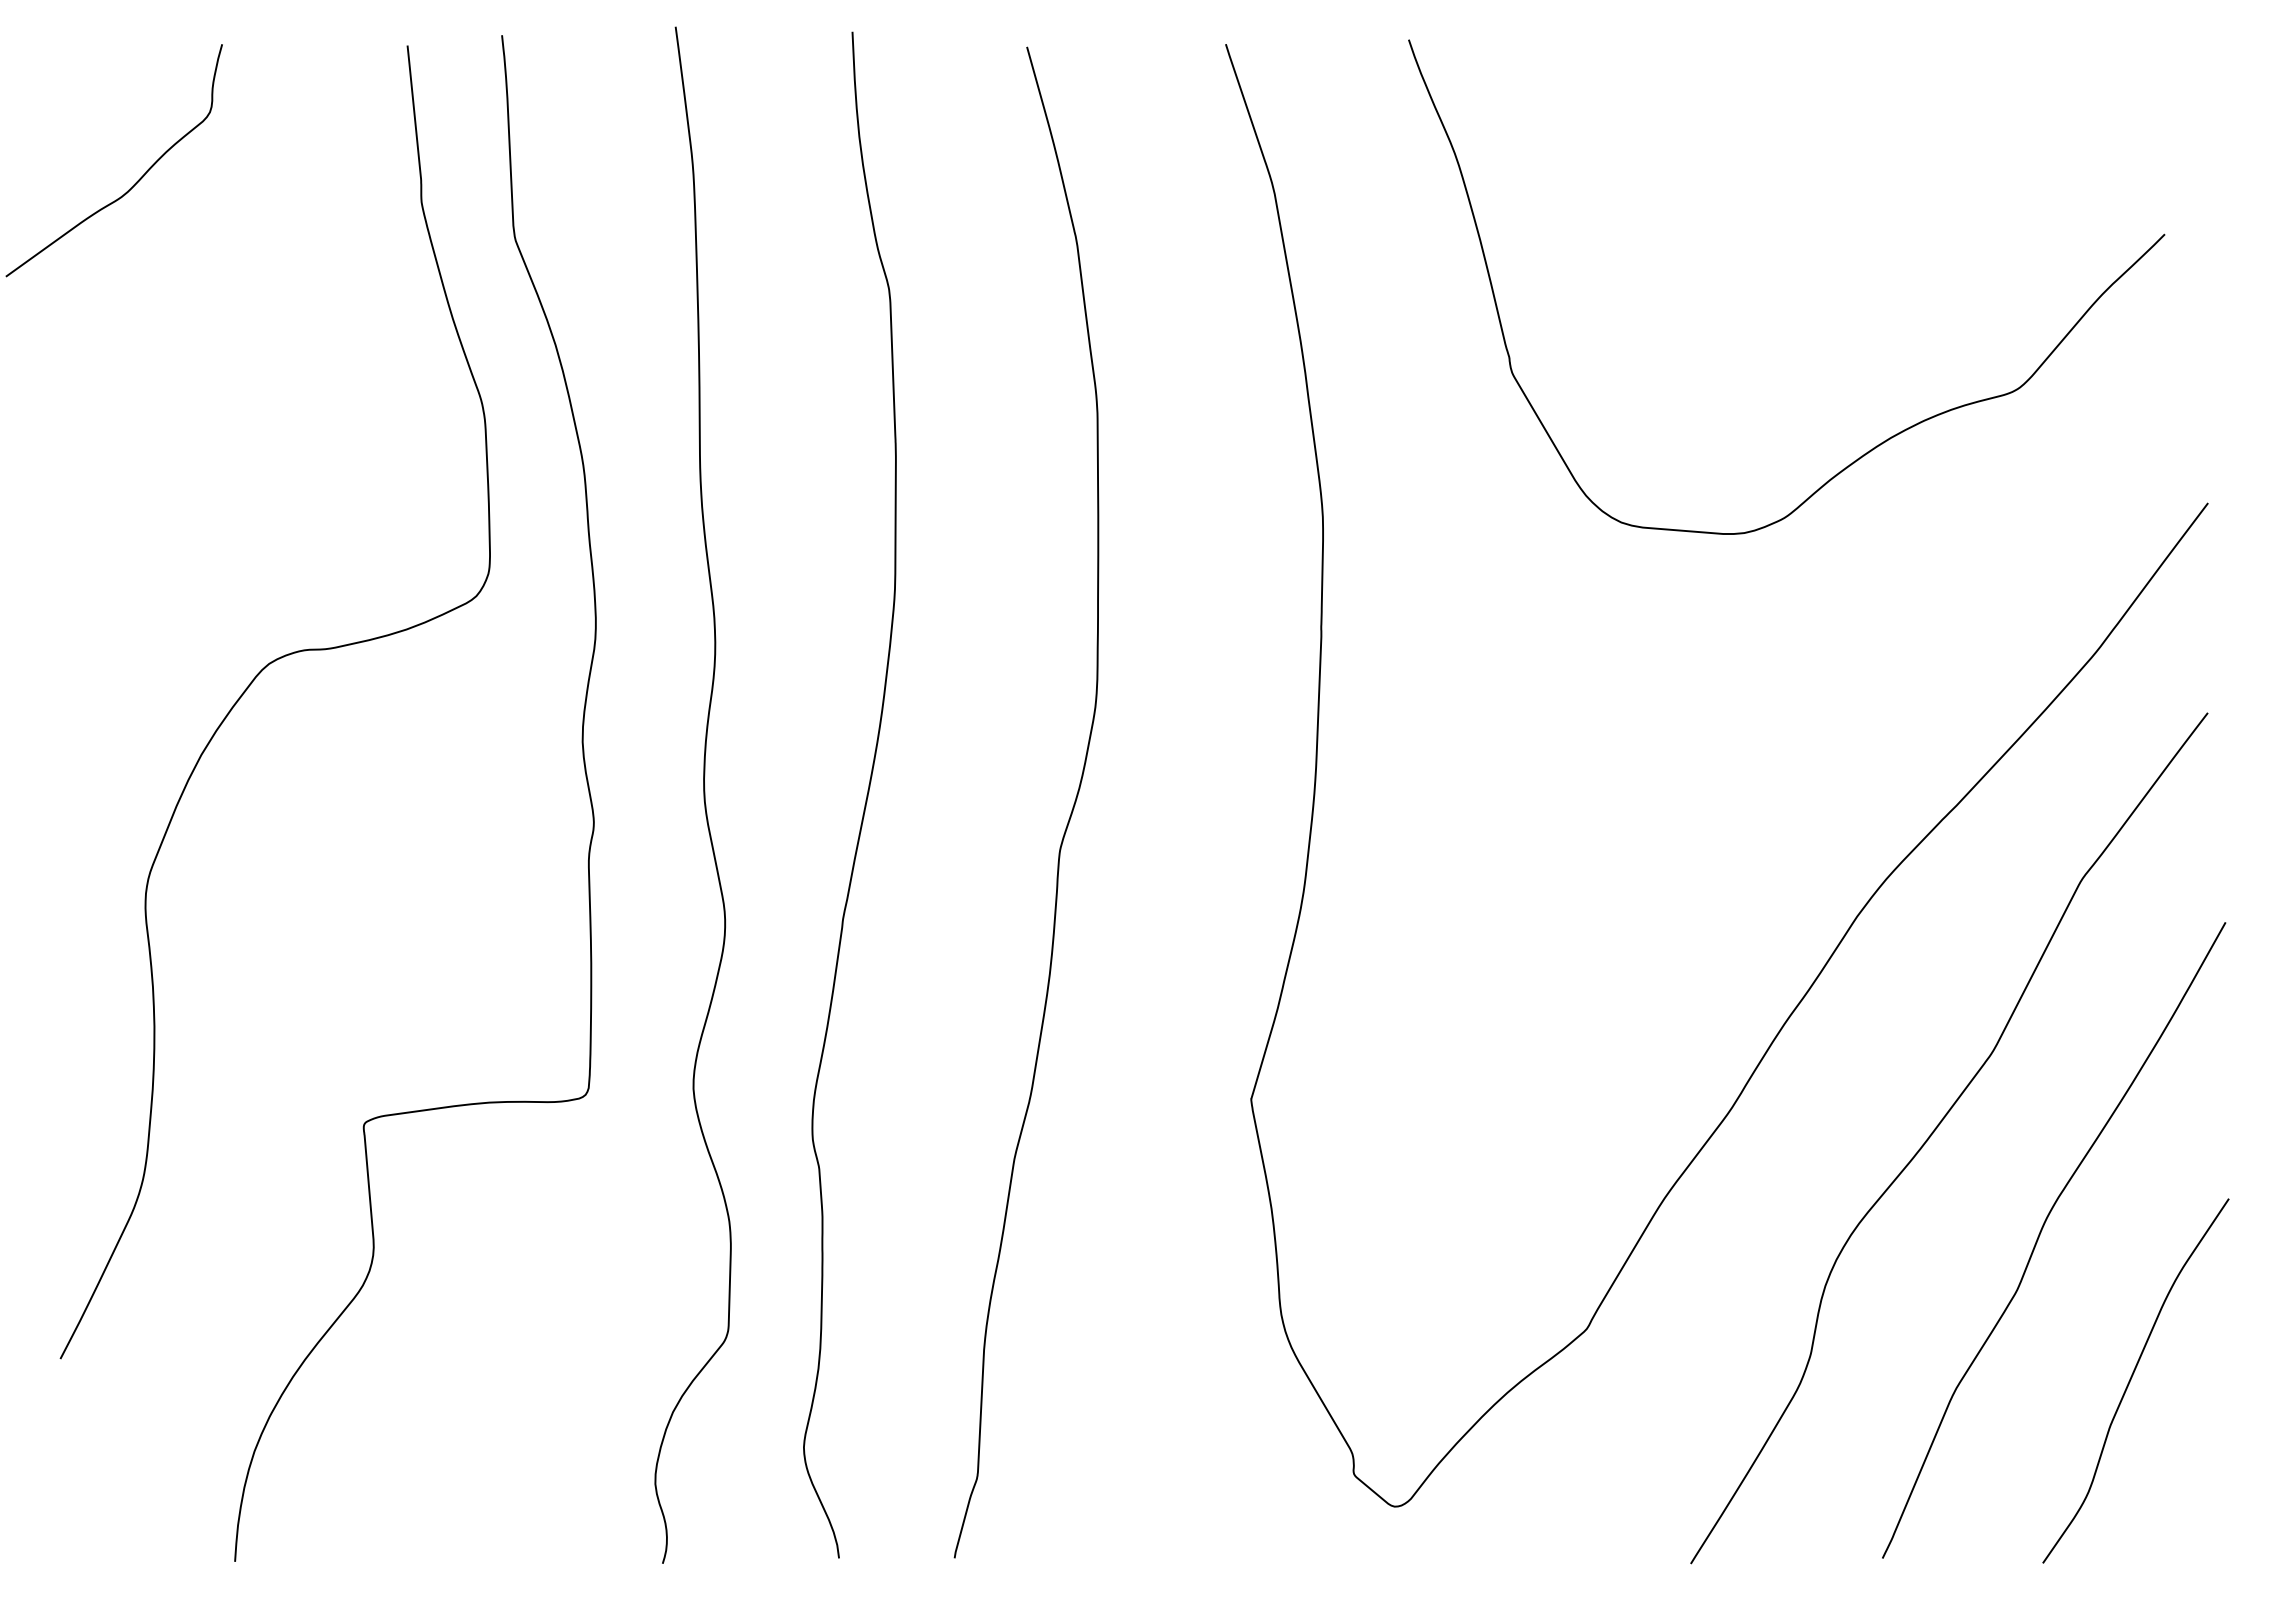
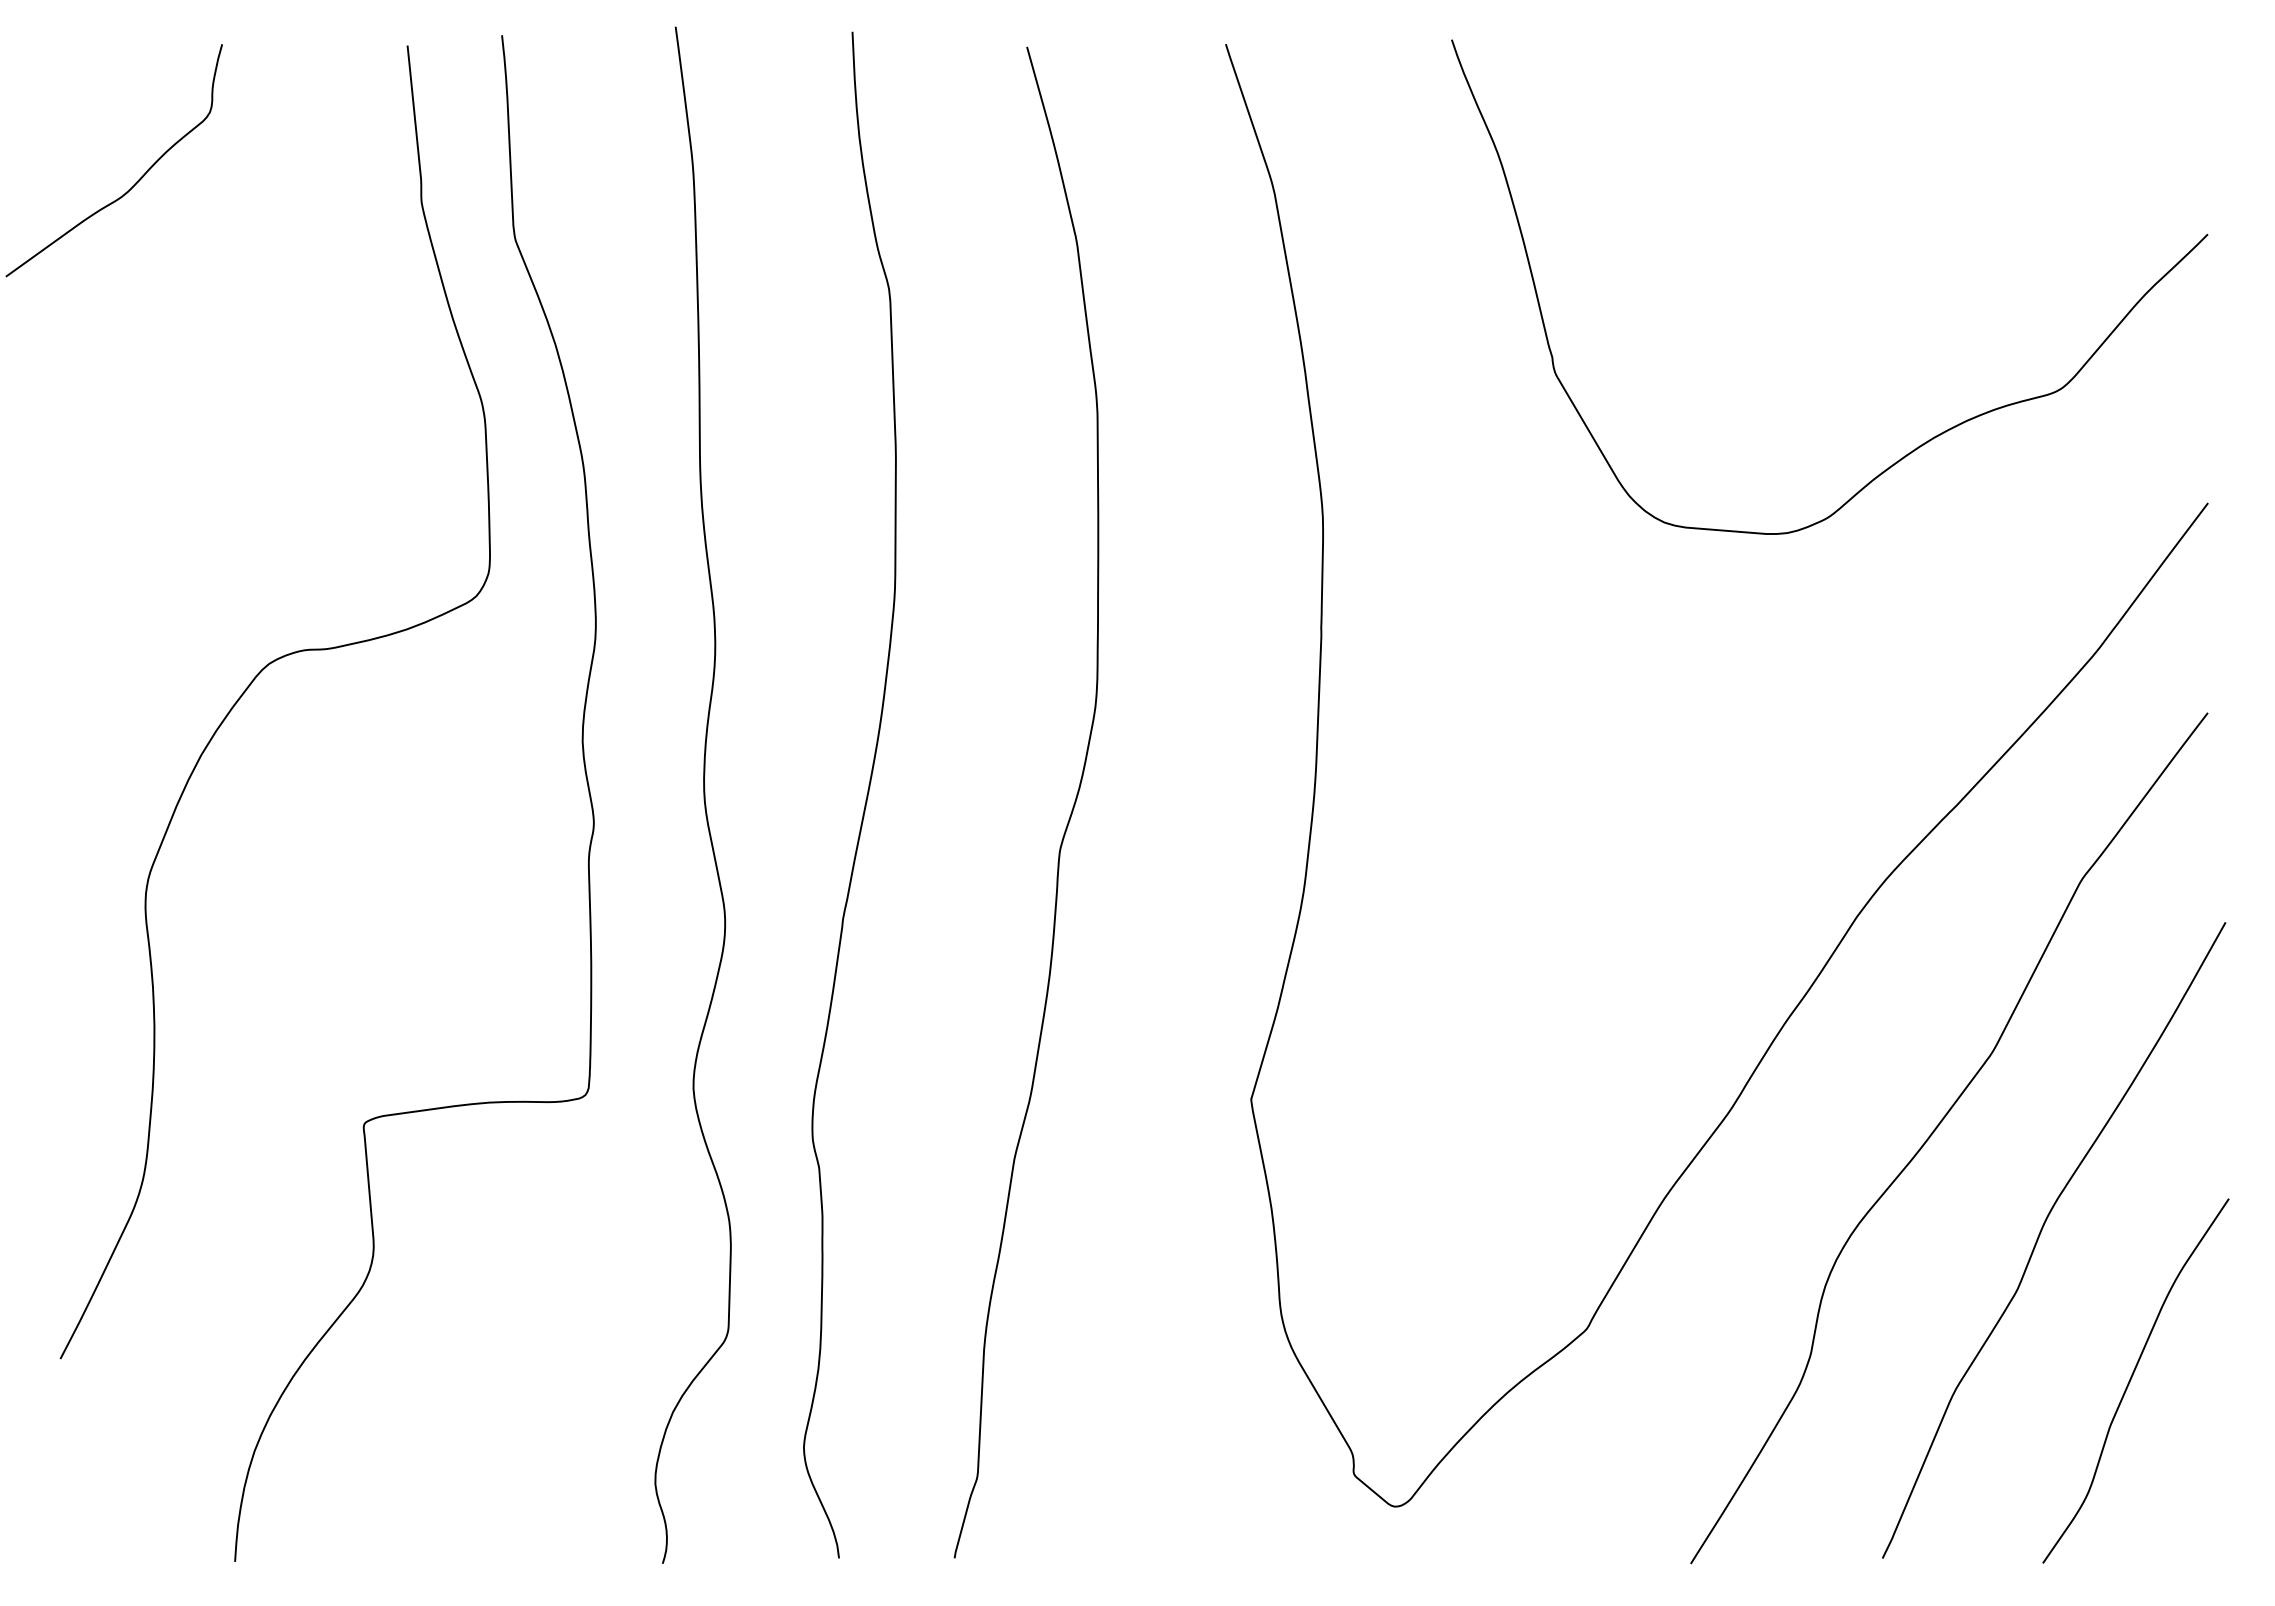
curve at (1879, 443) position: (1879, 443) -> (1922, 443)
